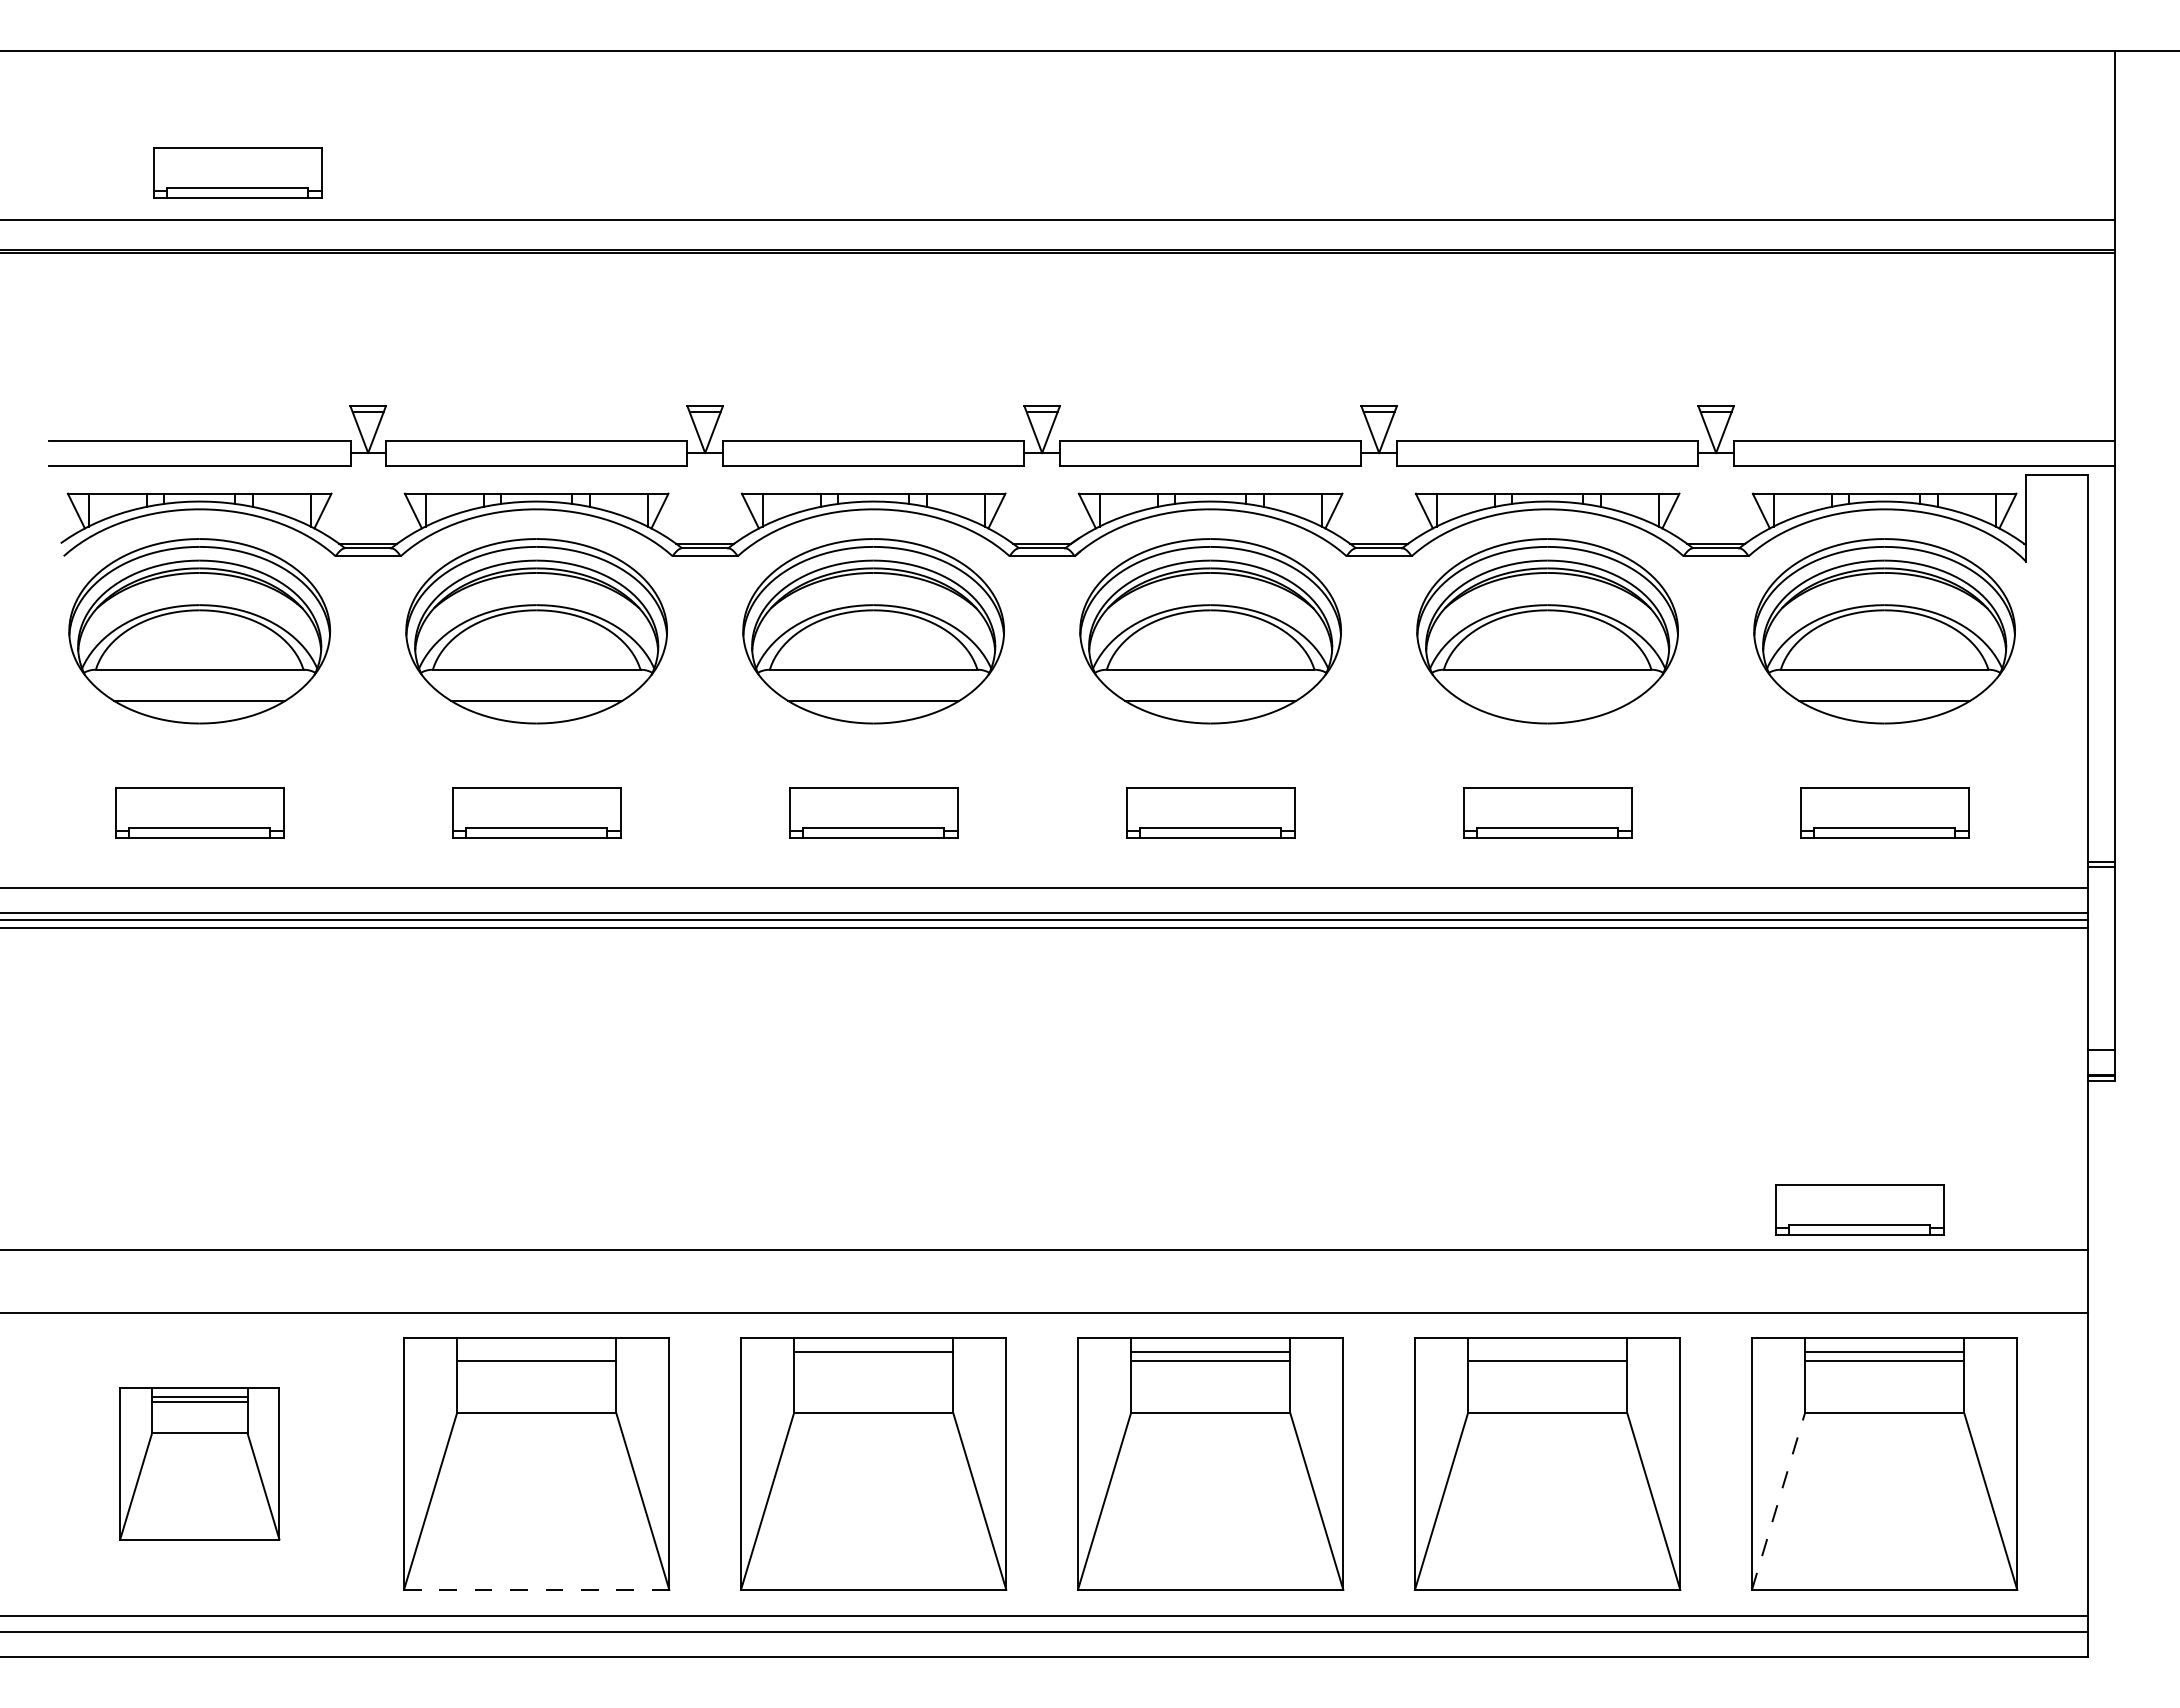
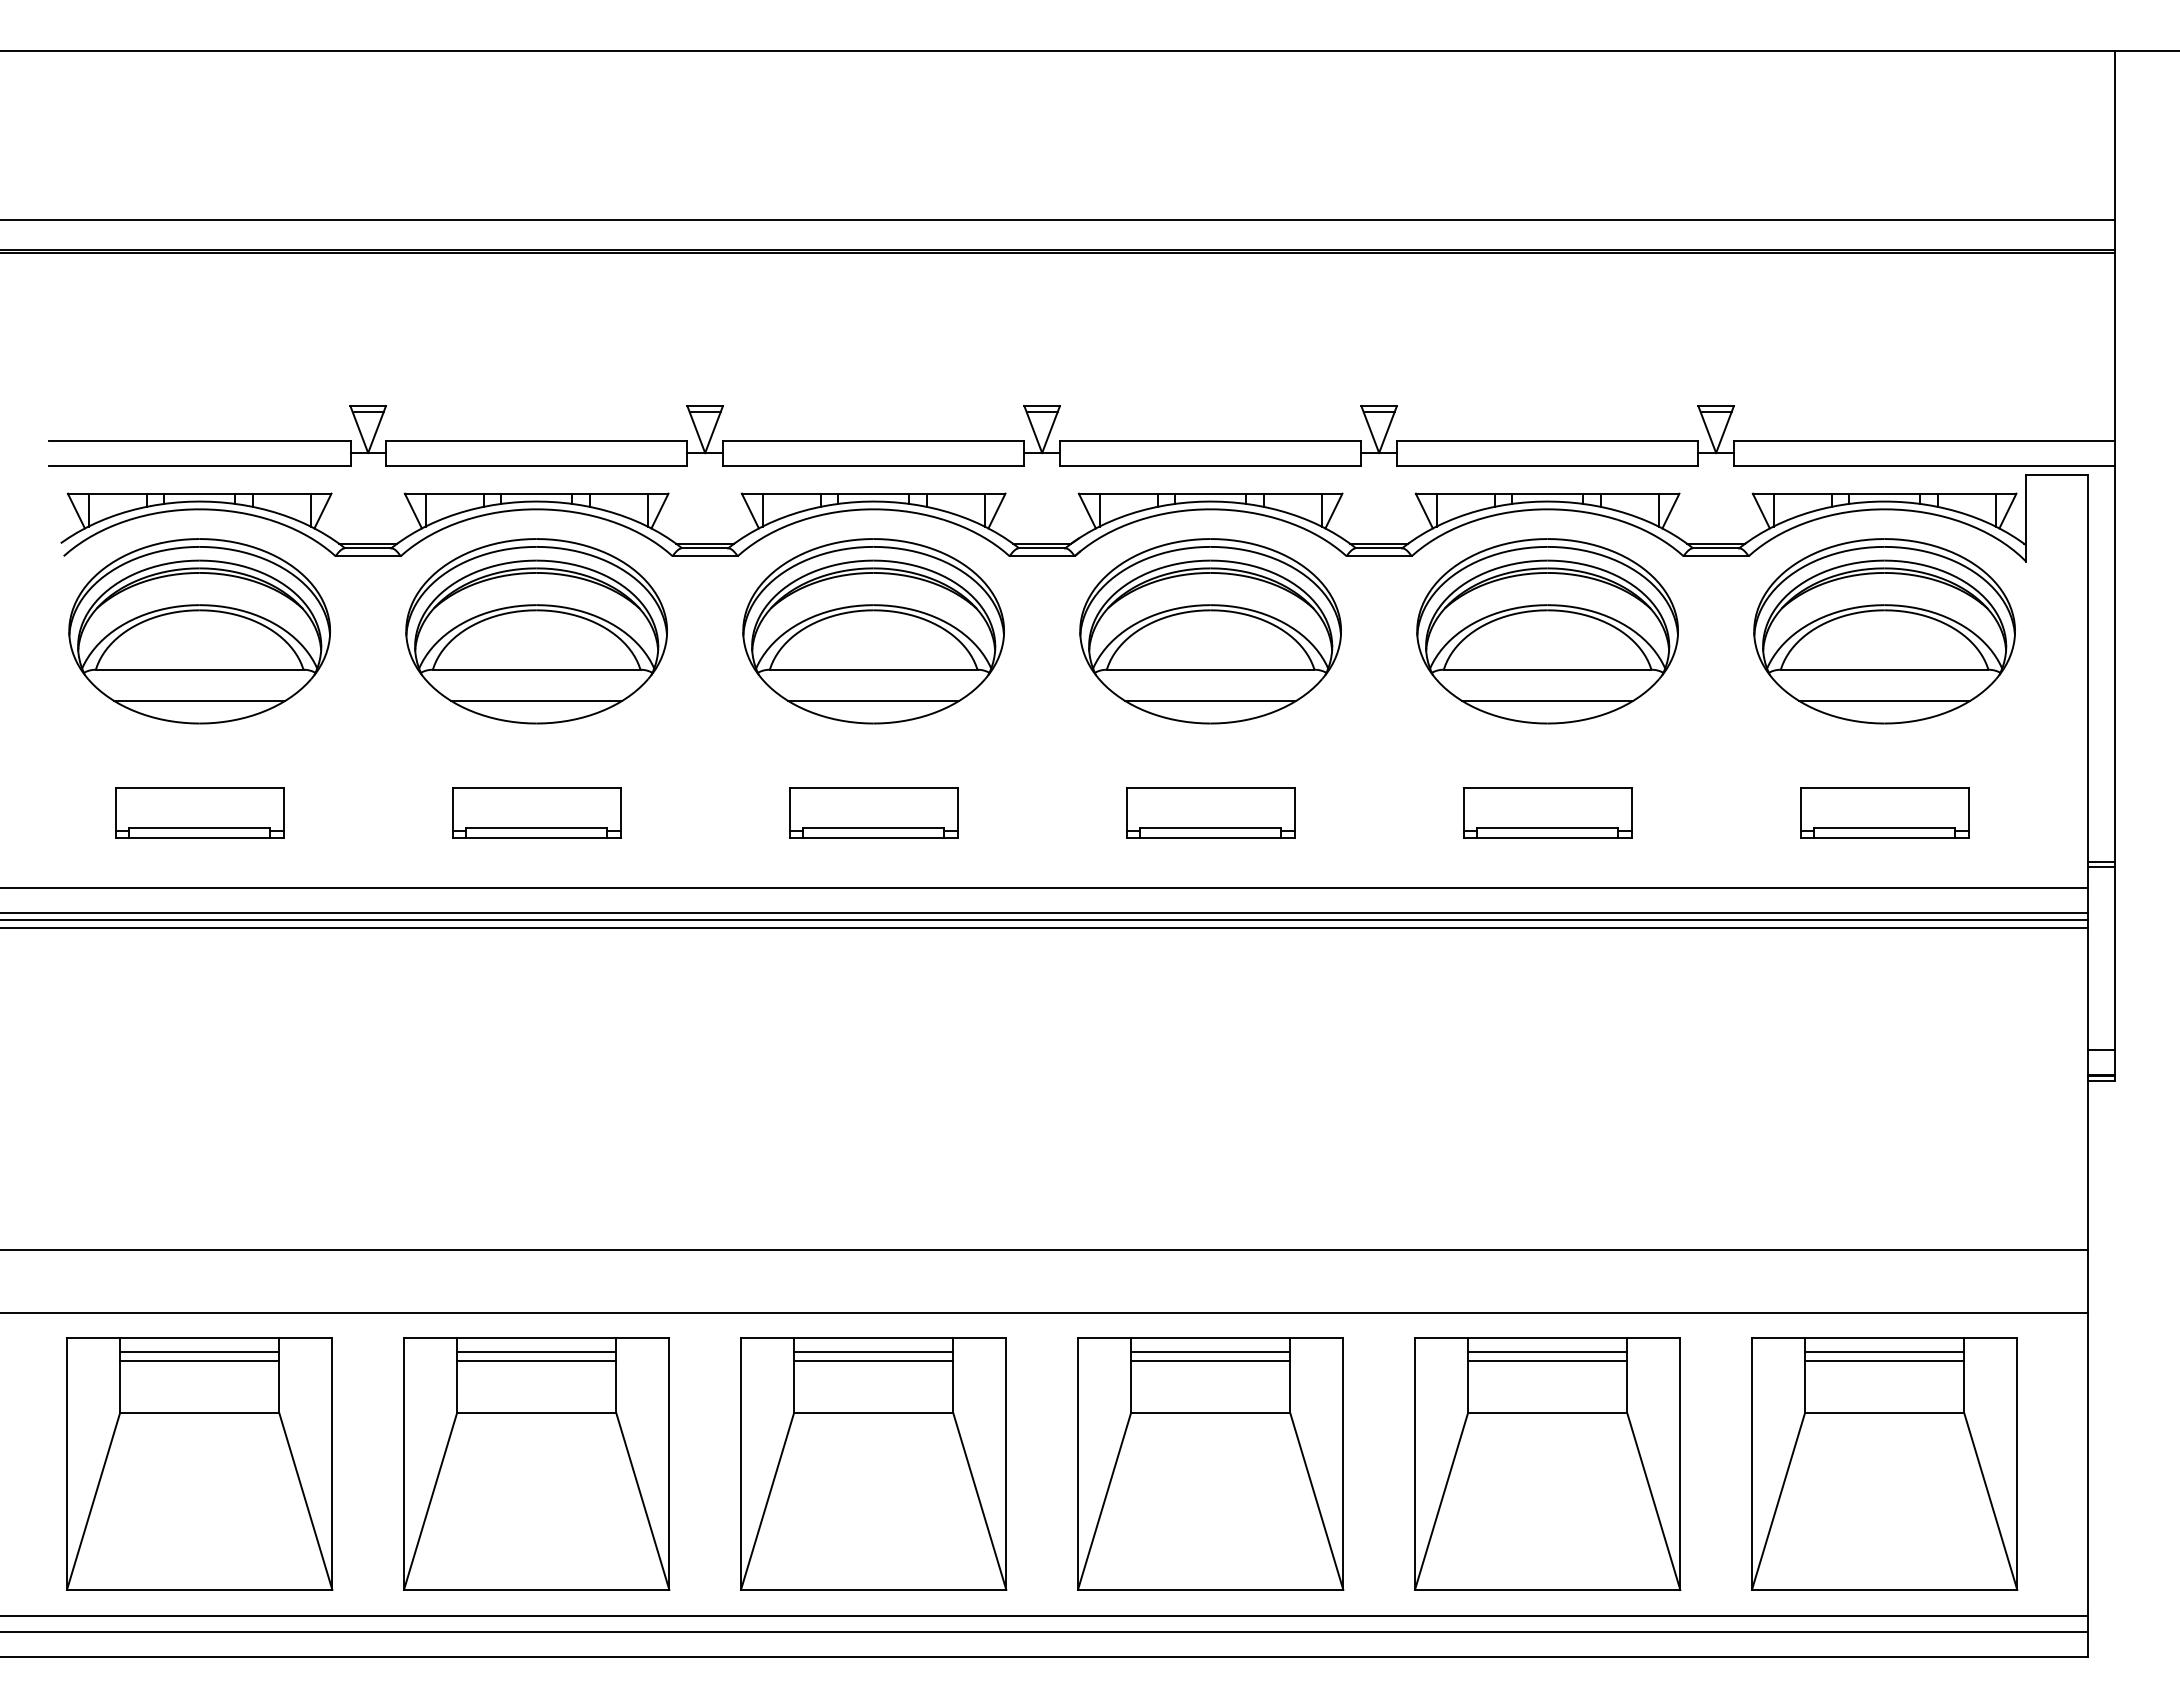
part at (237, 172): present -> none
line at (1547, 701): none -> present
part at (1859, 1209): present -> none
line at (536, 1352): none -> present
line at (1547, 1352): none -> present
line at (873, 1361): none -> present
part at (199, 1463) size: 162x154 px -> 268x254 px
line at (1778, 1501): dashed -> solid
line at (536, 1589): dashed -> solid
